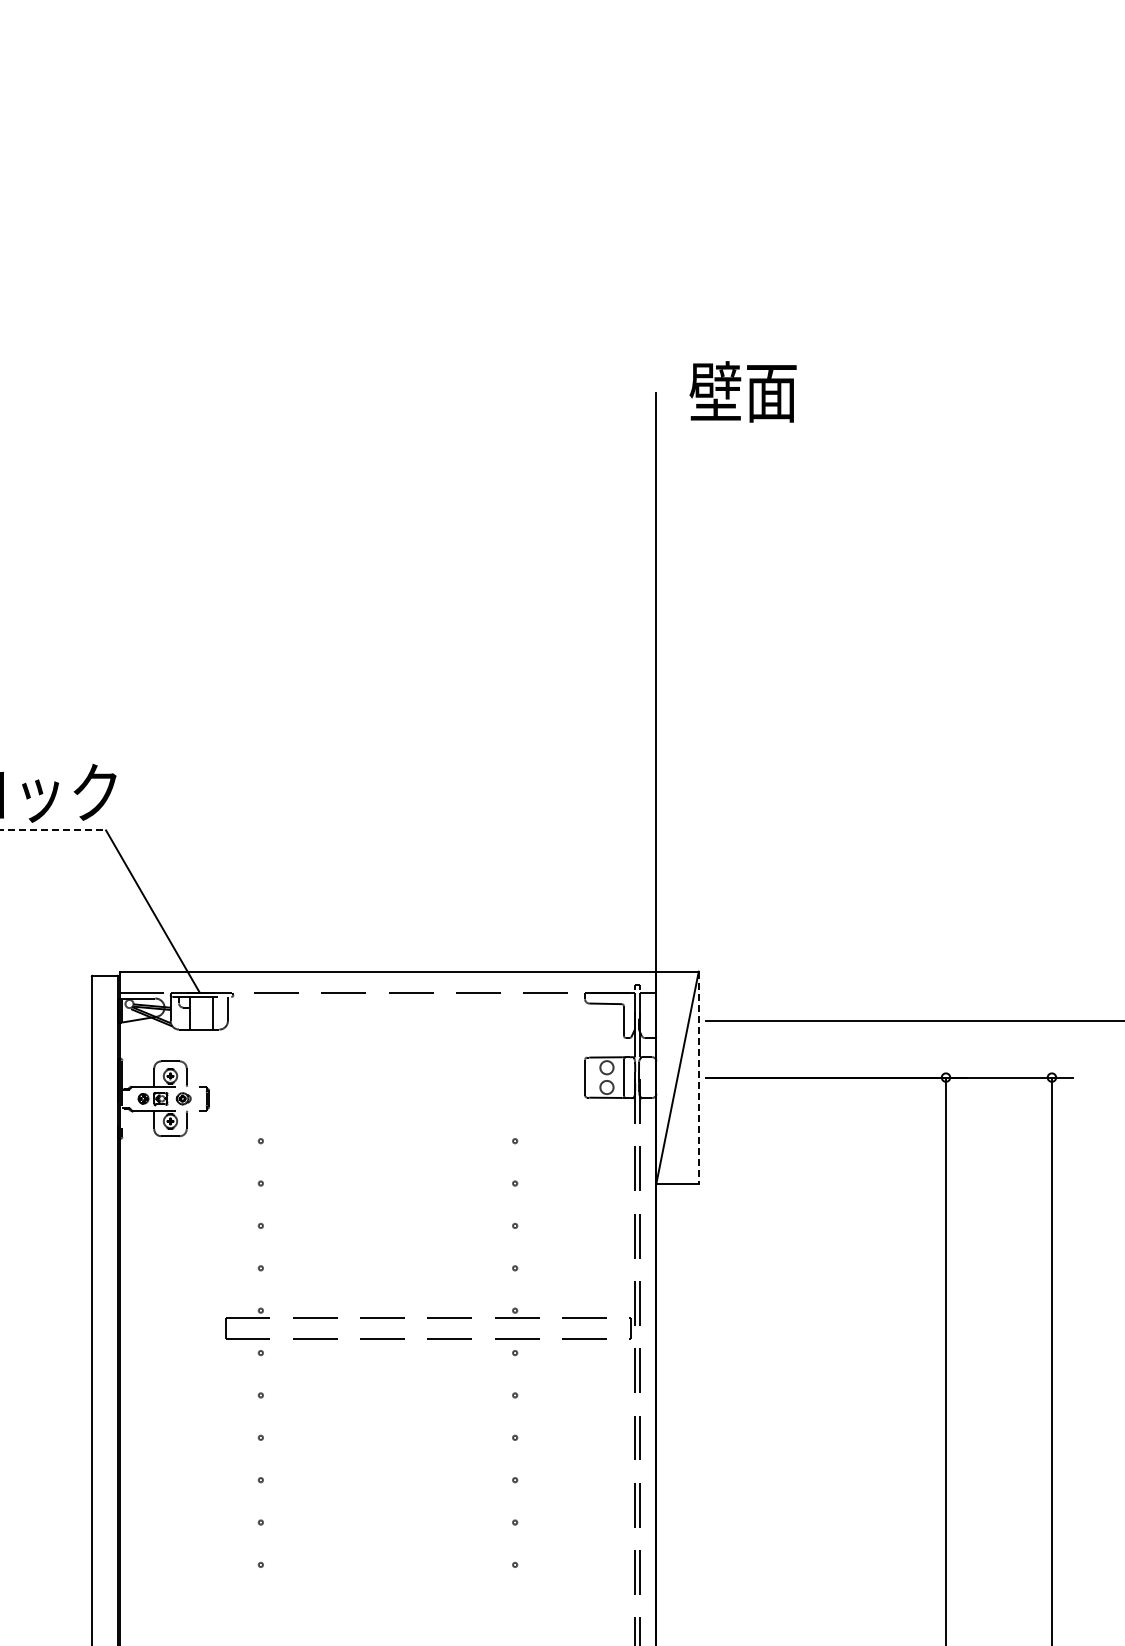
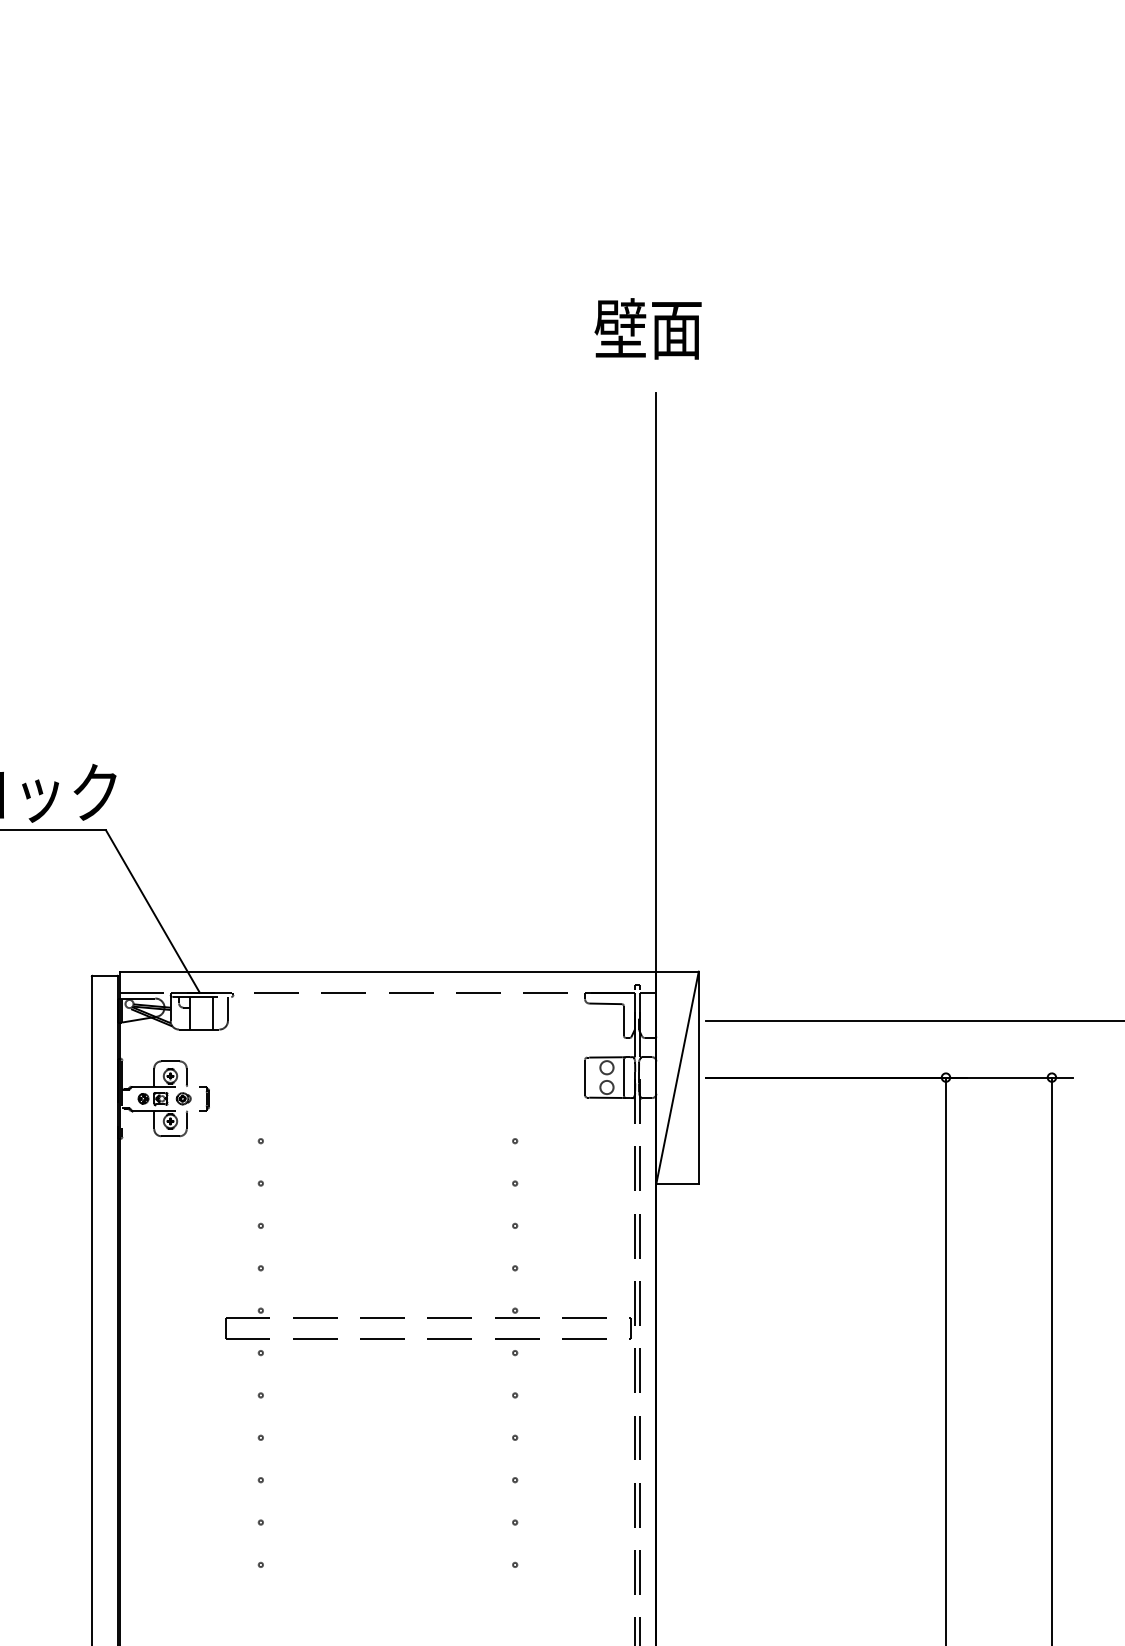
text at (742, 391) position: (742, 391) -> (647, 328)
line at (53, 830): dashed -> solid
line at (698, 1077): dashed -> solid
